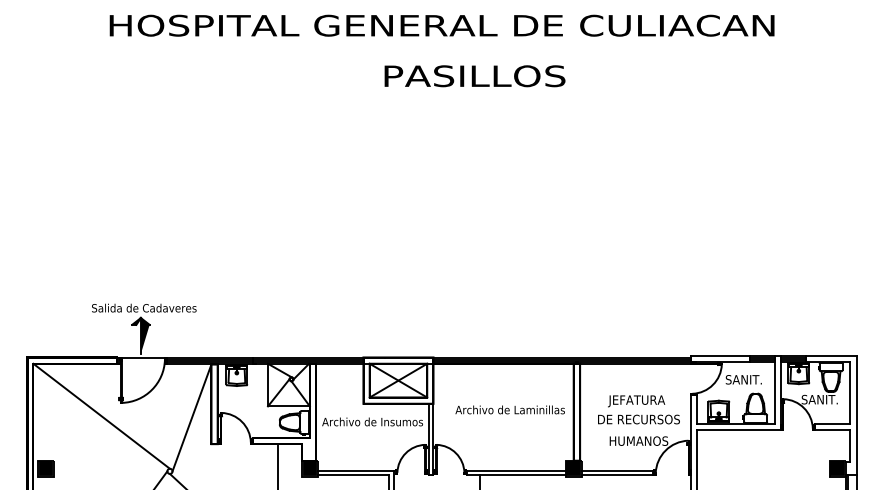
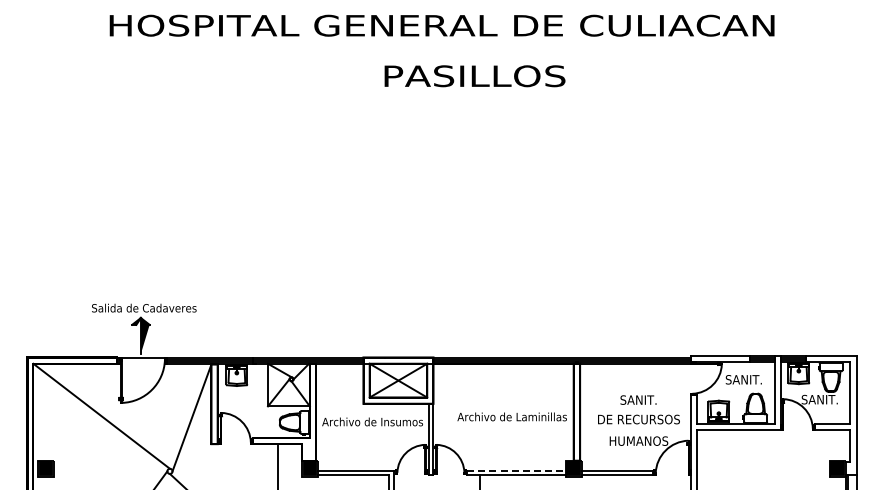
text at (636, 401): JEFATURA -> SANIT.
text at (509, 409) position: (509, 409) -> (511, 416)
line at (516, 470): solid -> dashed
